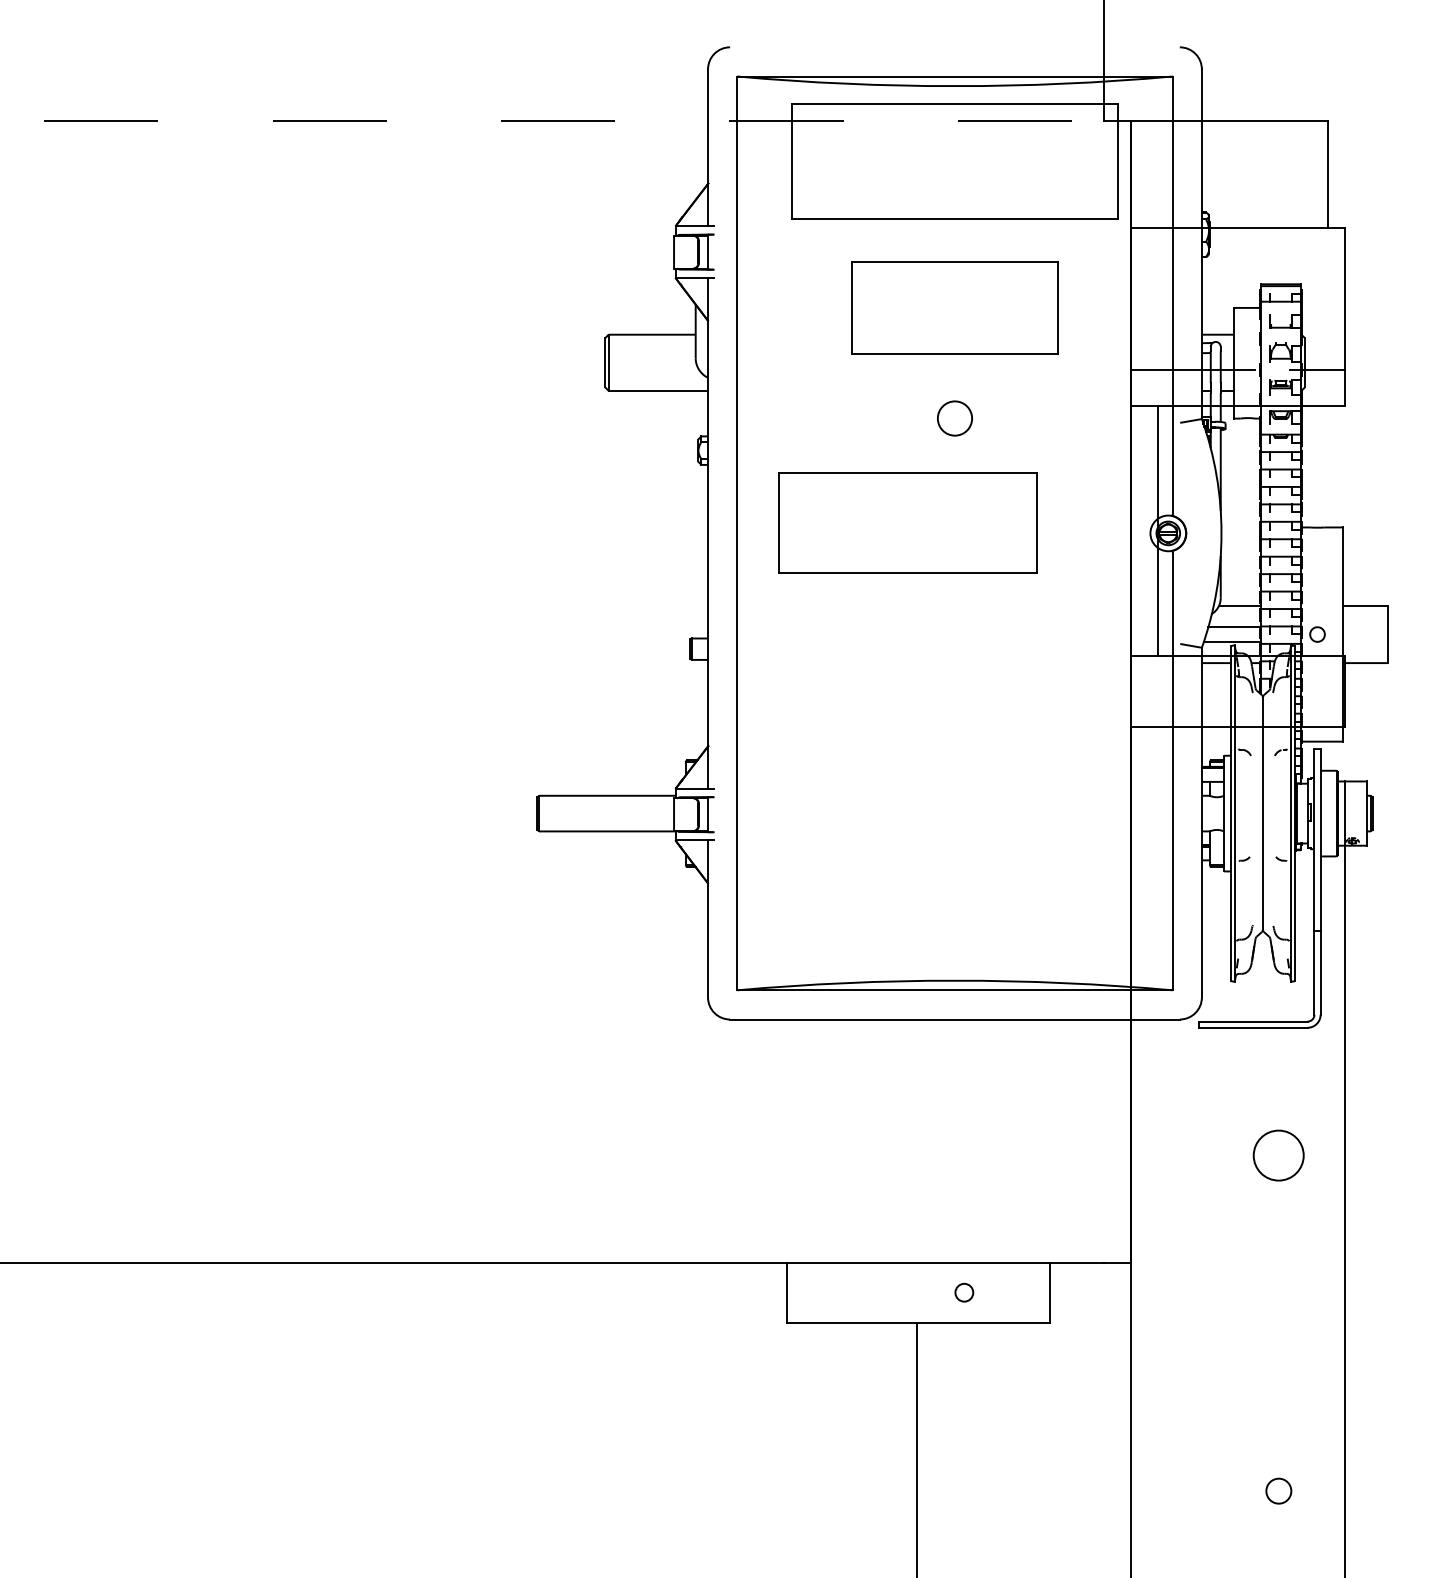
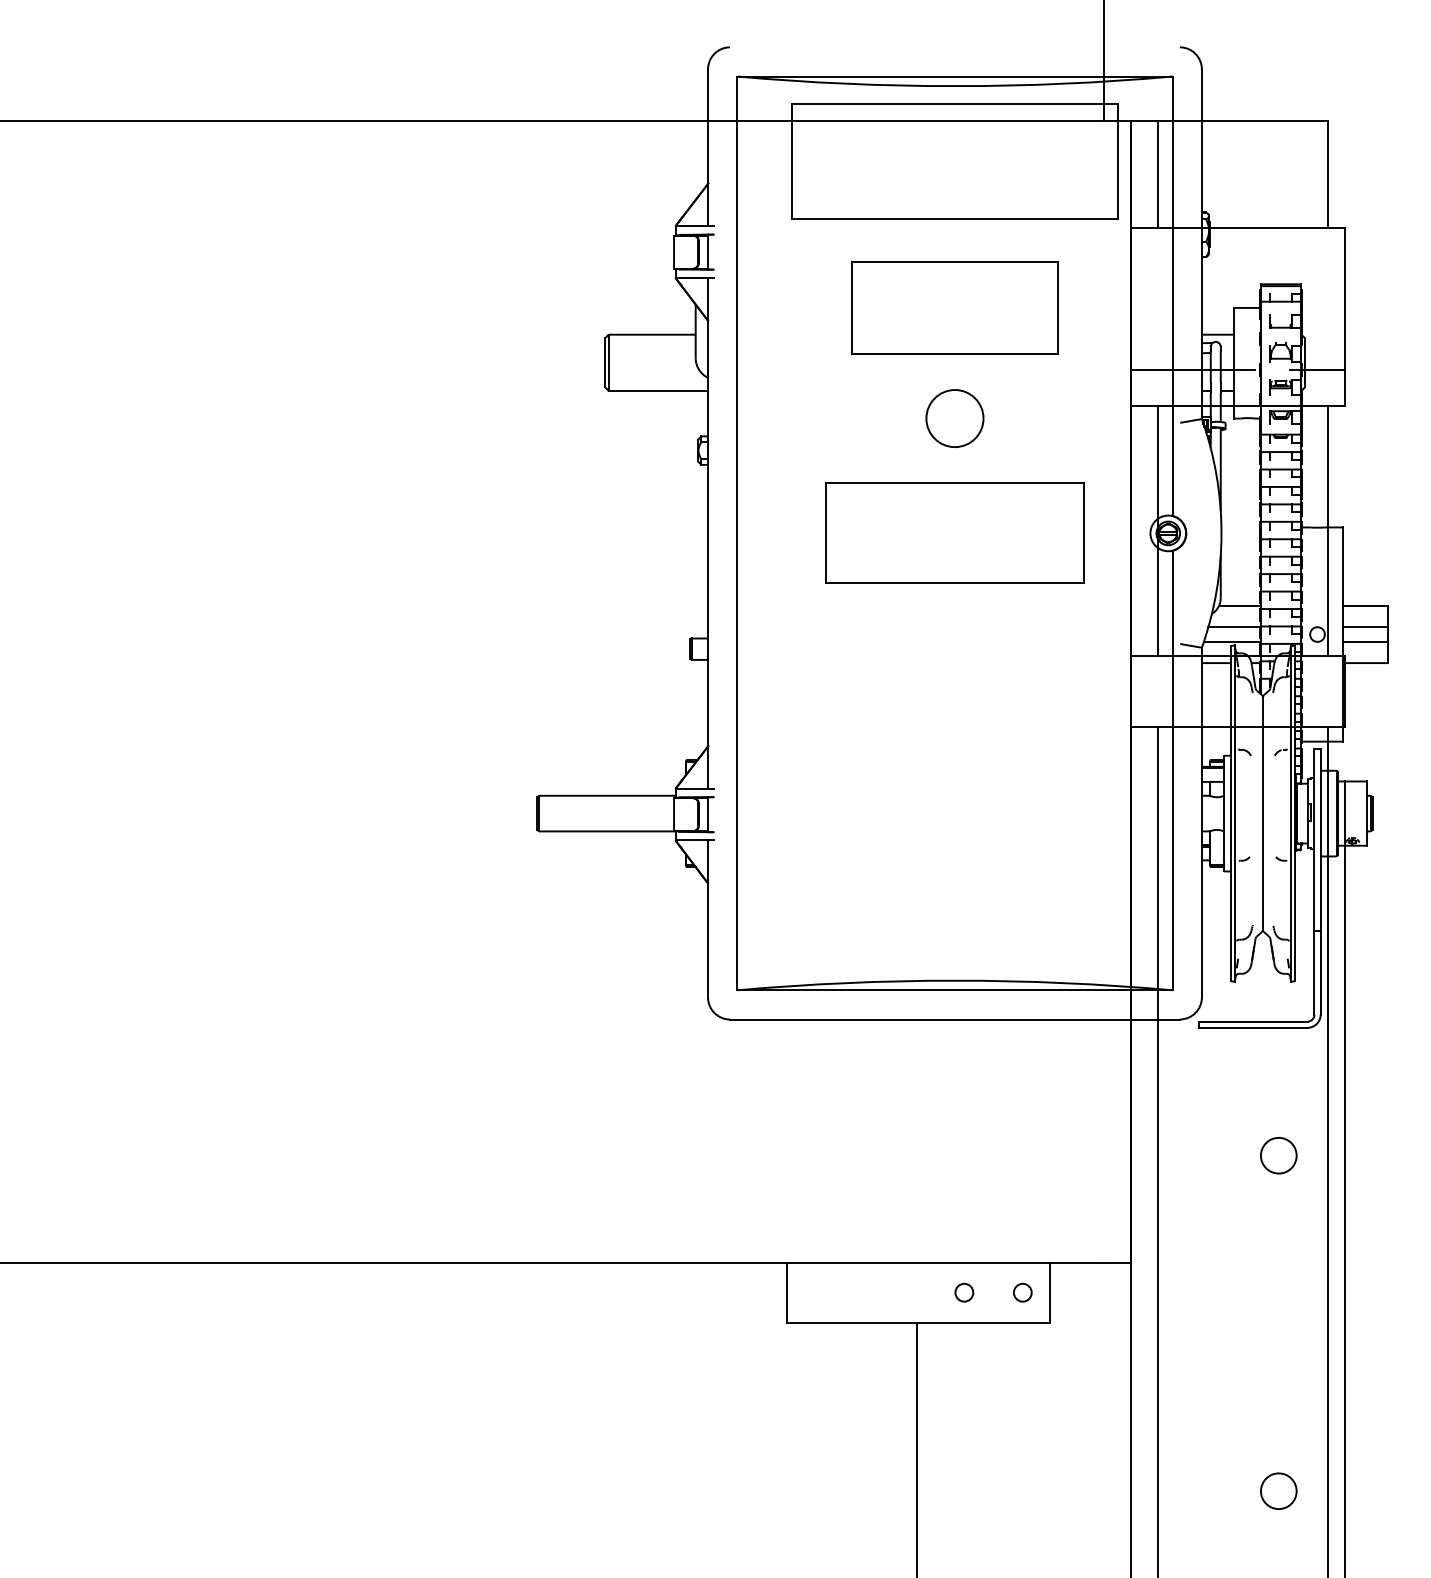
line at (552, 120): dashed -> solid
line at (1157, 173): none -> present
circle at (954, 418) size: 36x37 px -> 60x59 px
part at (907, 522) position: (907, 522) -> (954, 532)
line at (1327, 530): none -> present
line at (1365, 627): none -> present
line at (1365, 641): none -> present
line at (1157, 1150): none -> present
line at (1327, 1150): none -> present
circle at (1278, 1155) size: 53x53 px -> 38x38 px
circle at (1022, 1292): none -> present
circle at (1278, 1490) size: 28x28 px -> 38x38 px
